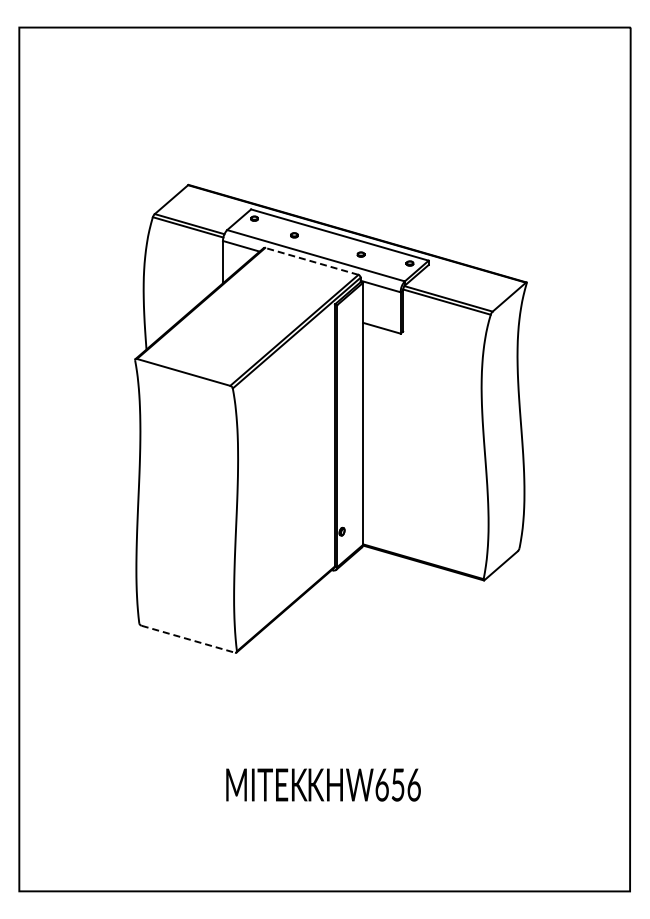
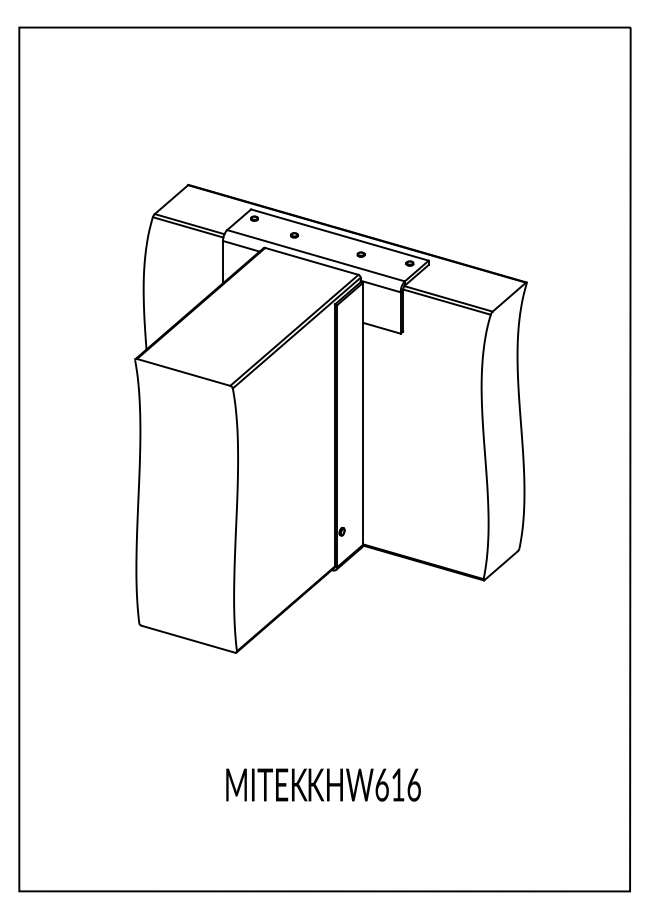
line at (311, 261): dashed -> solid
line at (188, 639): dashed -> solid
text at (397, 784): KHW656 -> KHW616
